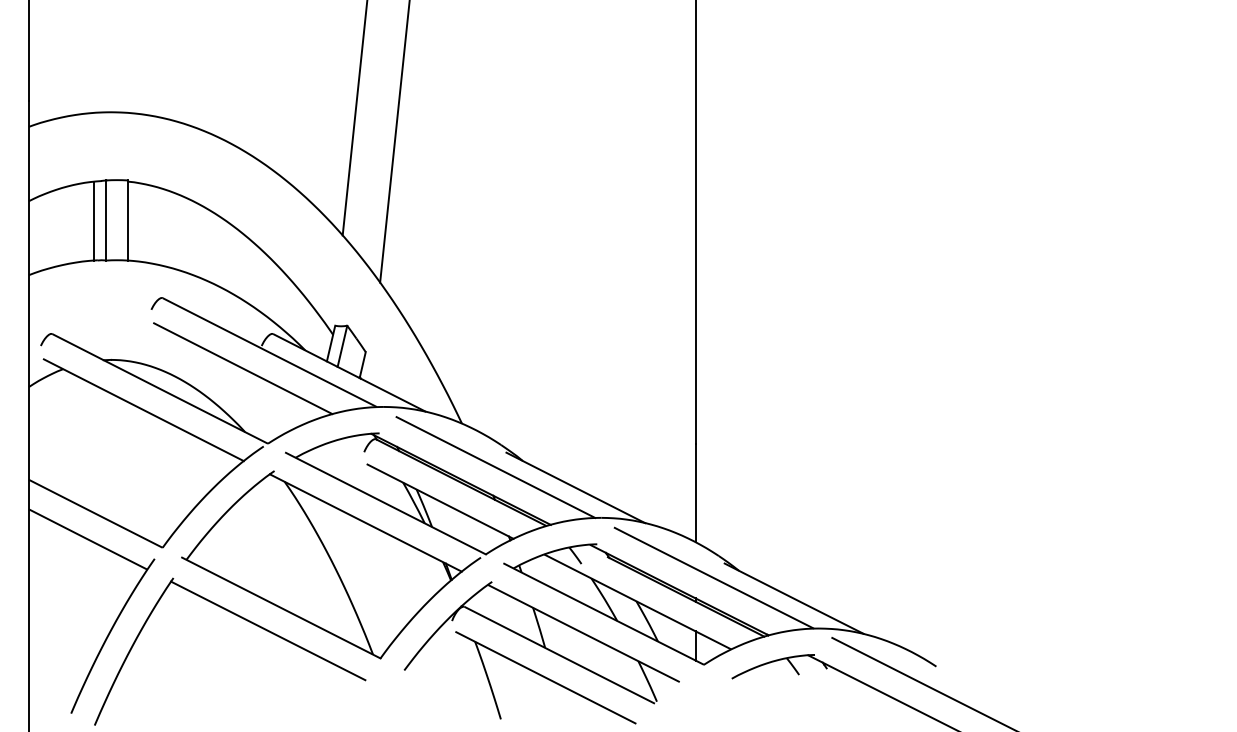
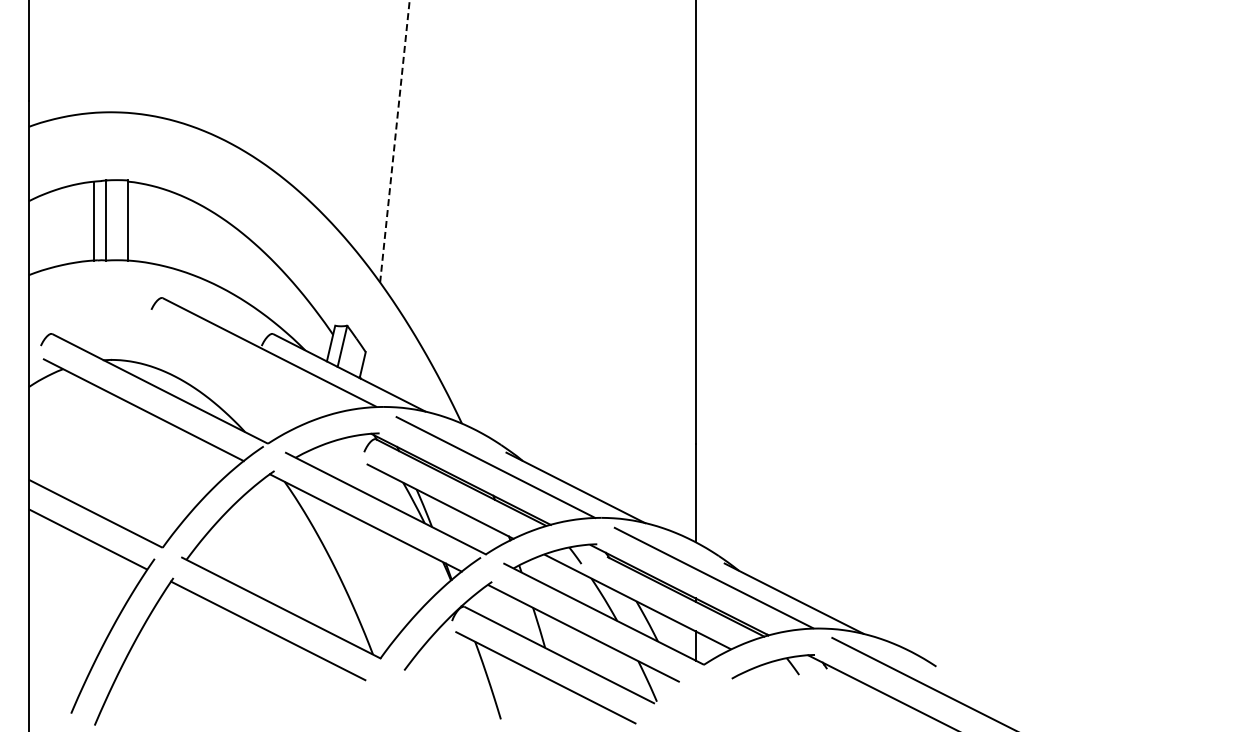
line at (354, 118): present -> none
line at (394, 141): solid -> dashed
line at (243, 368): present -> none
